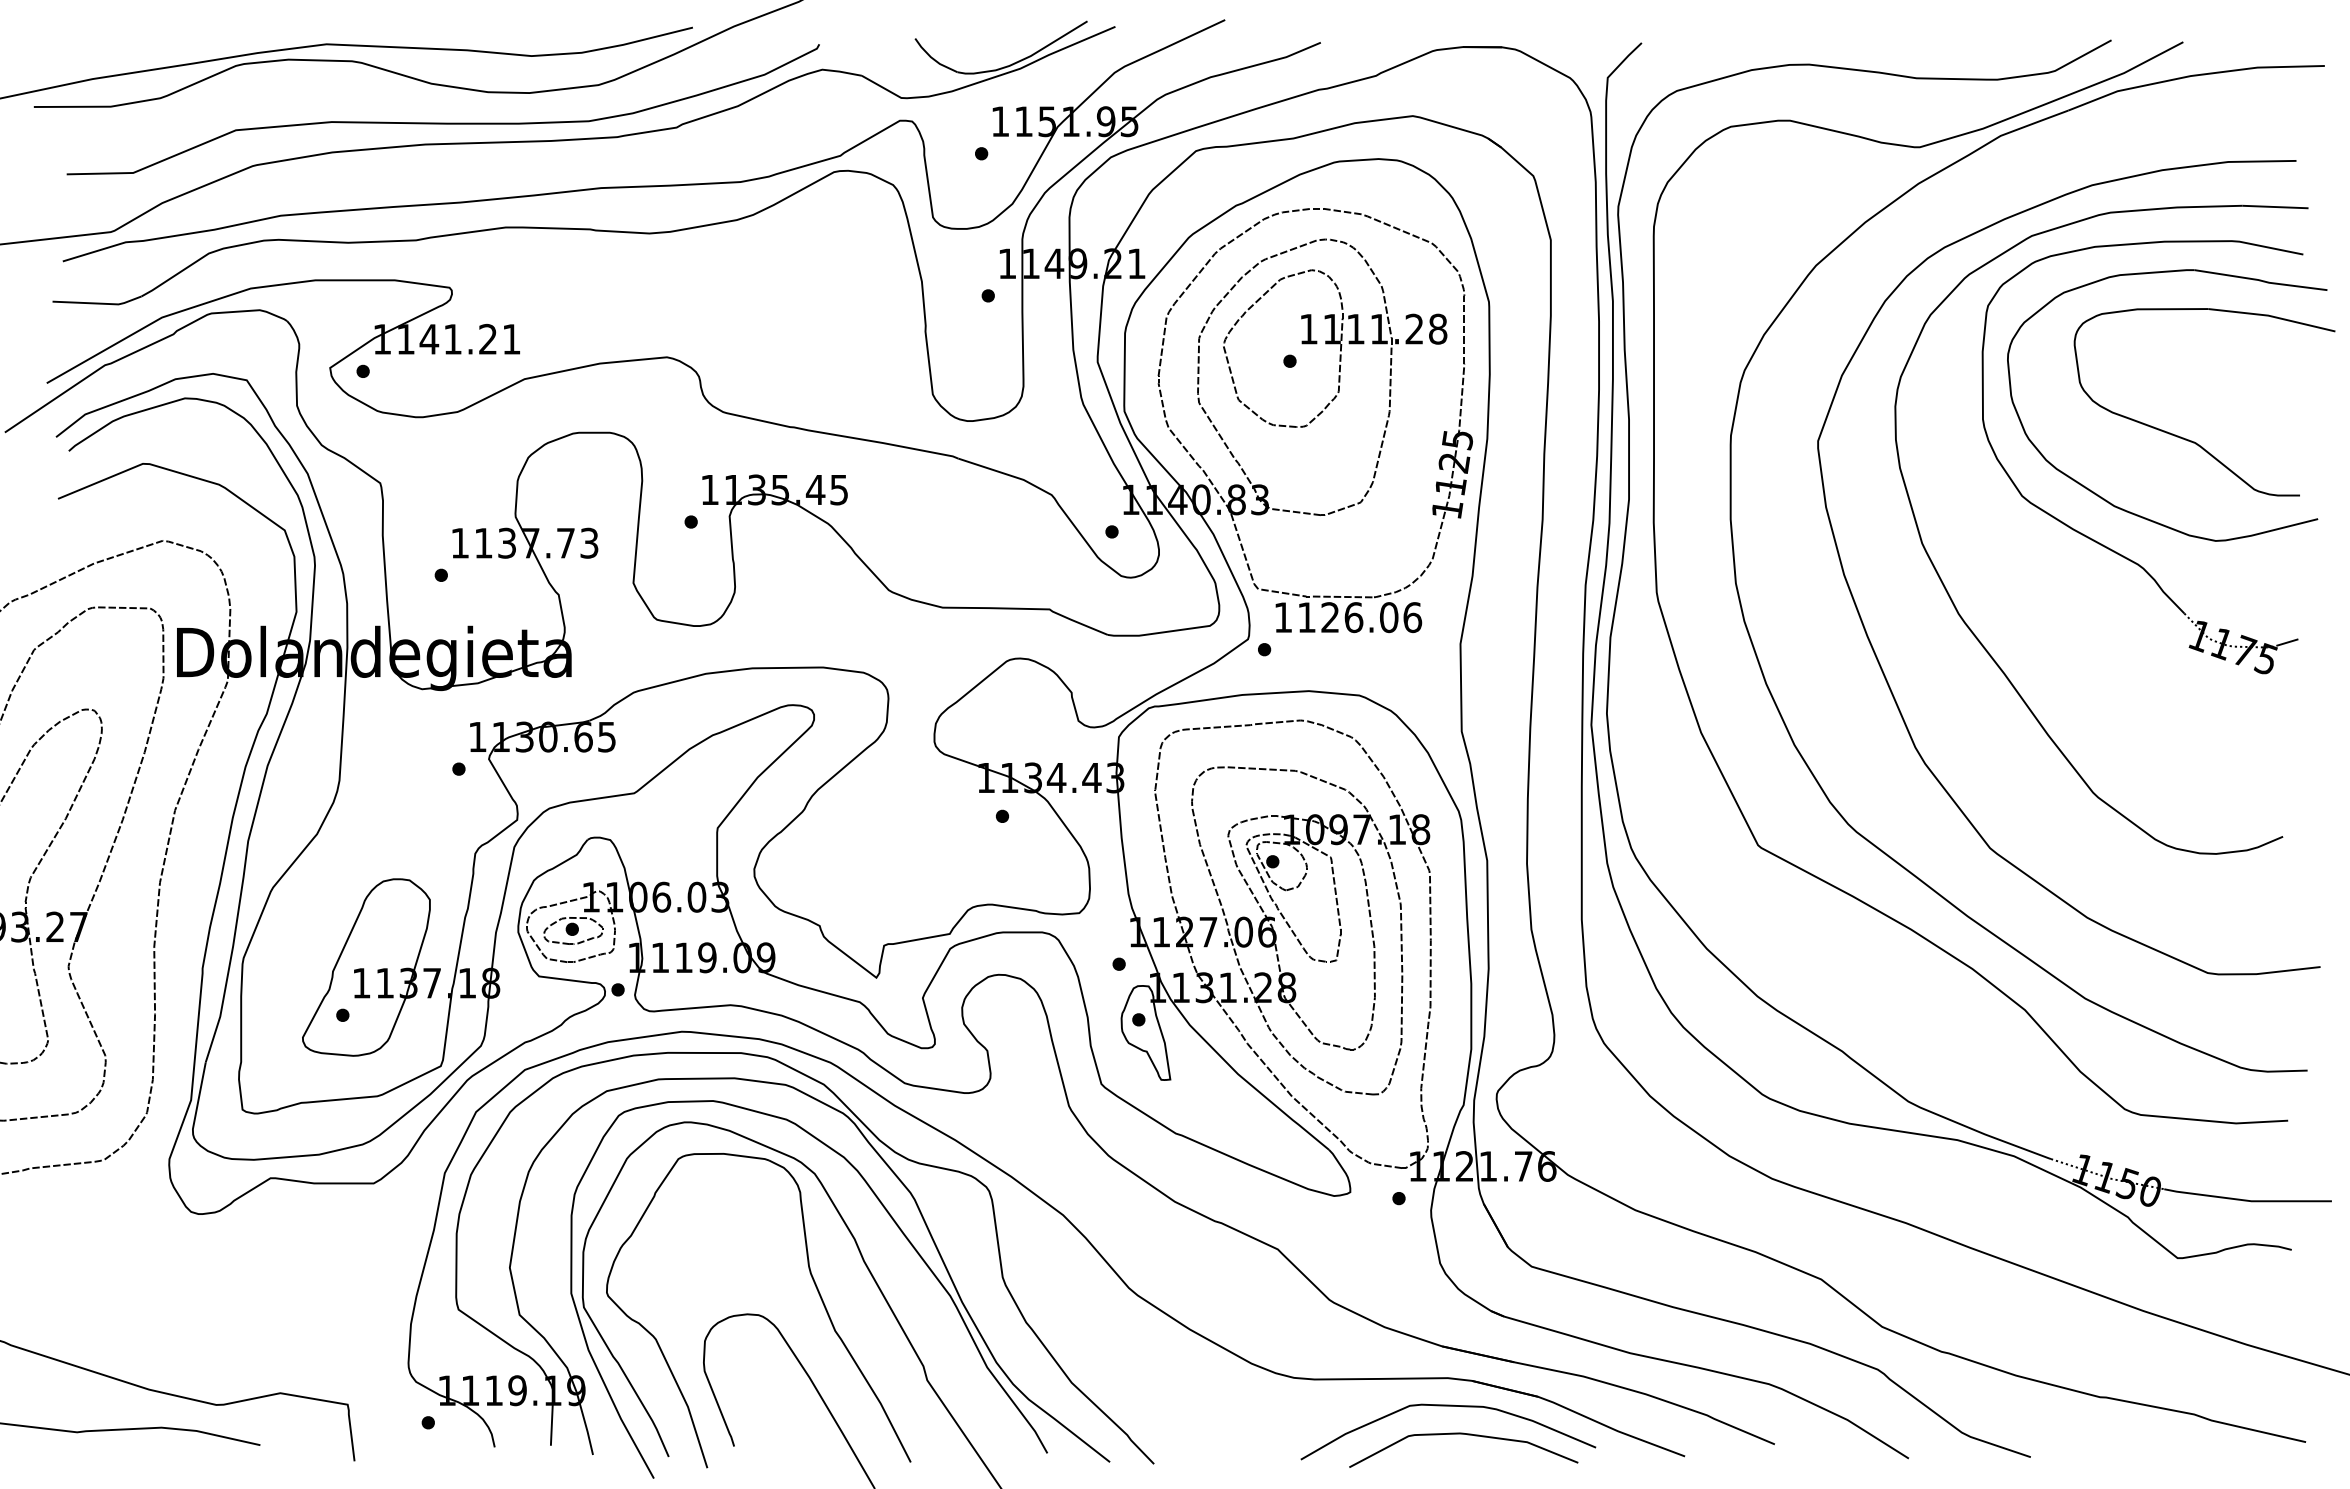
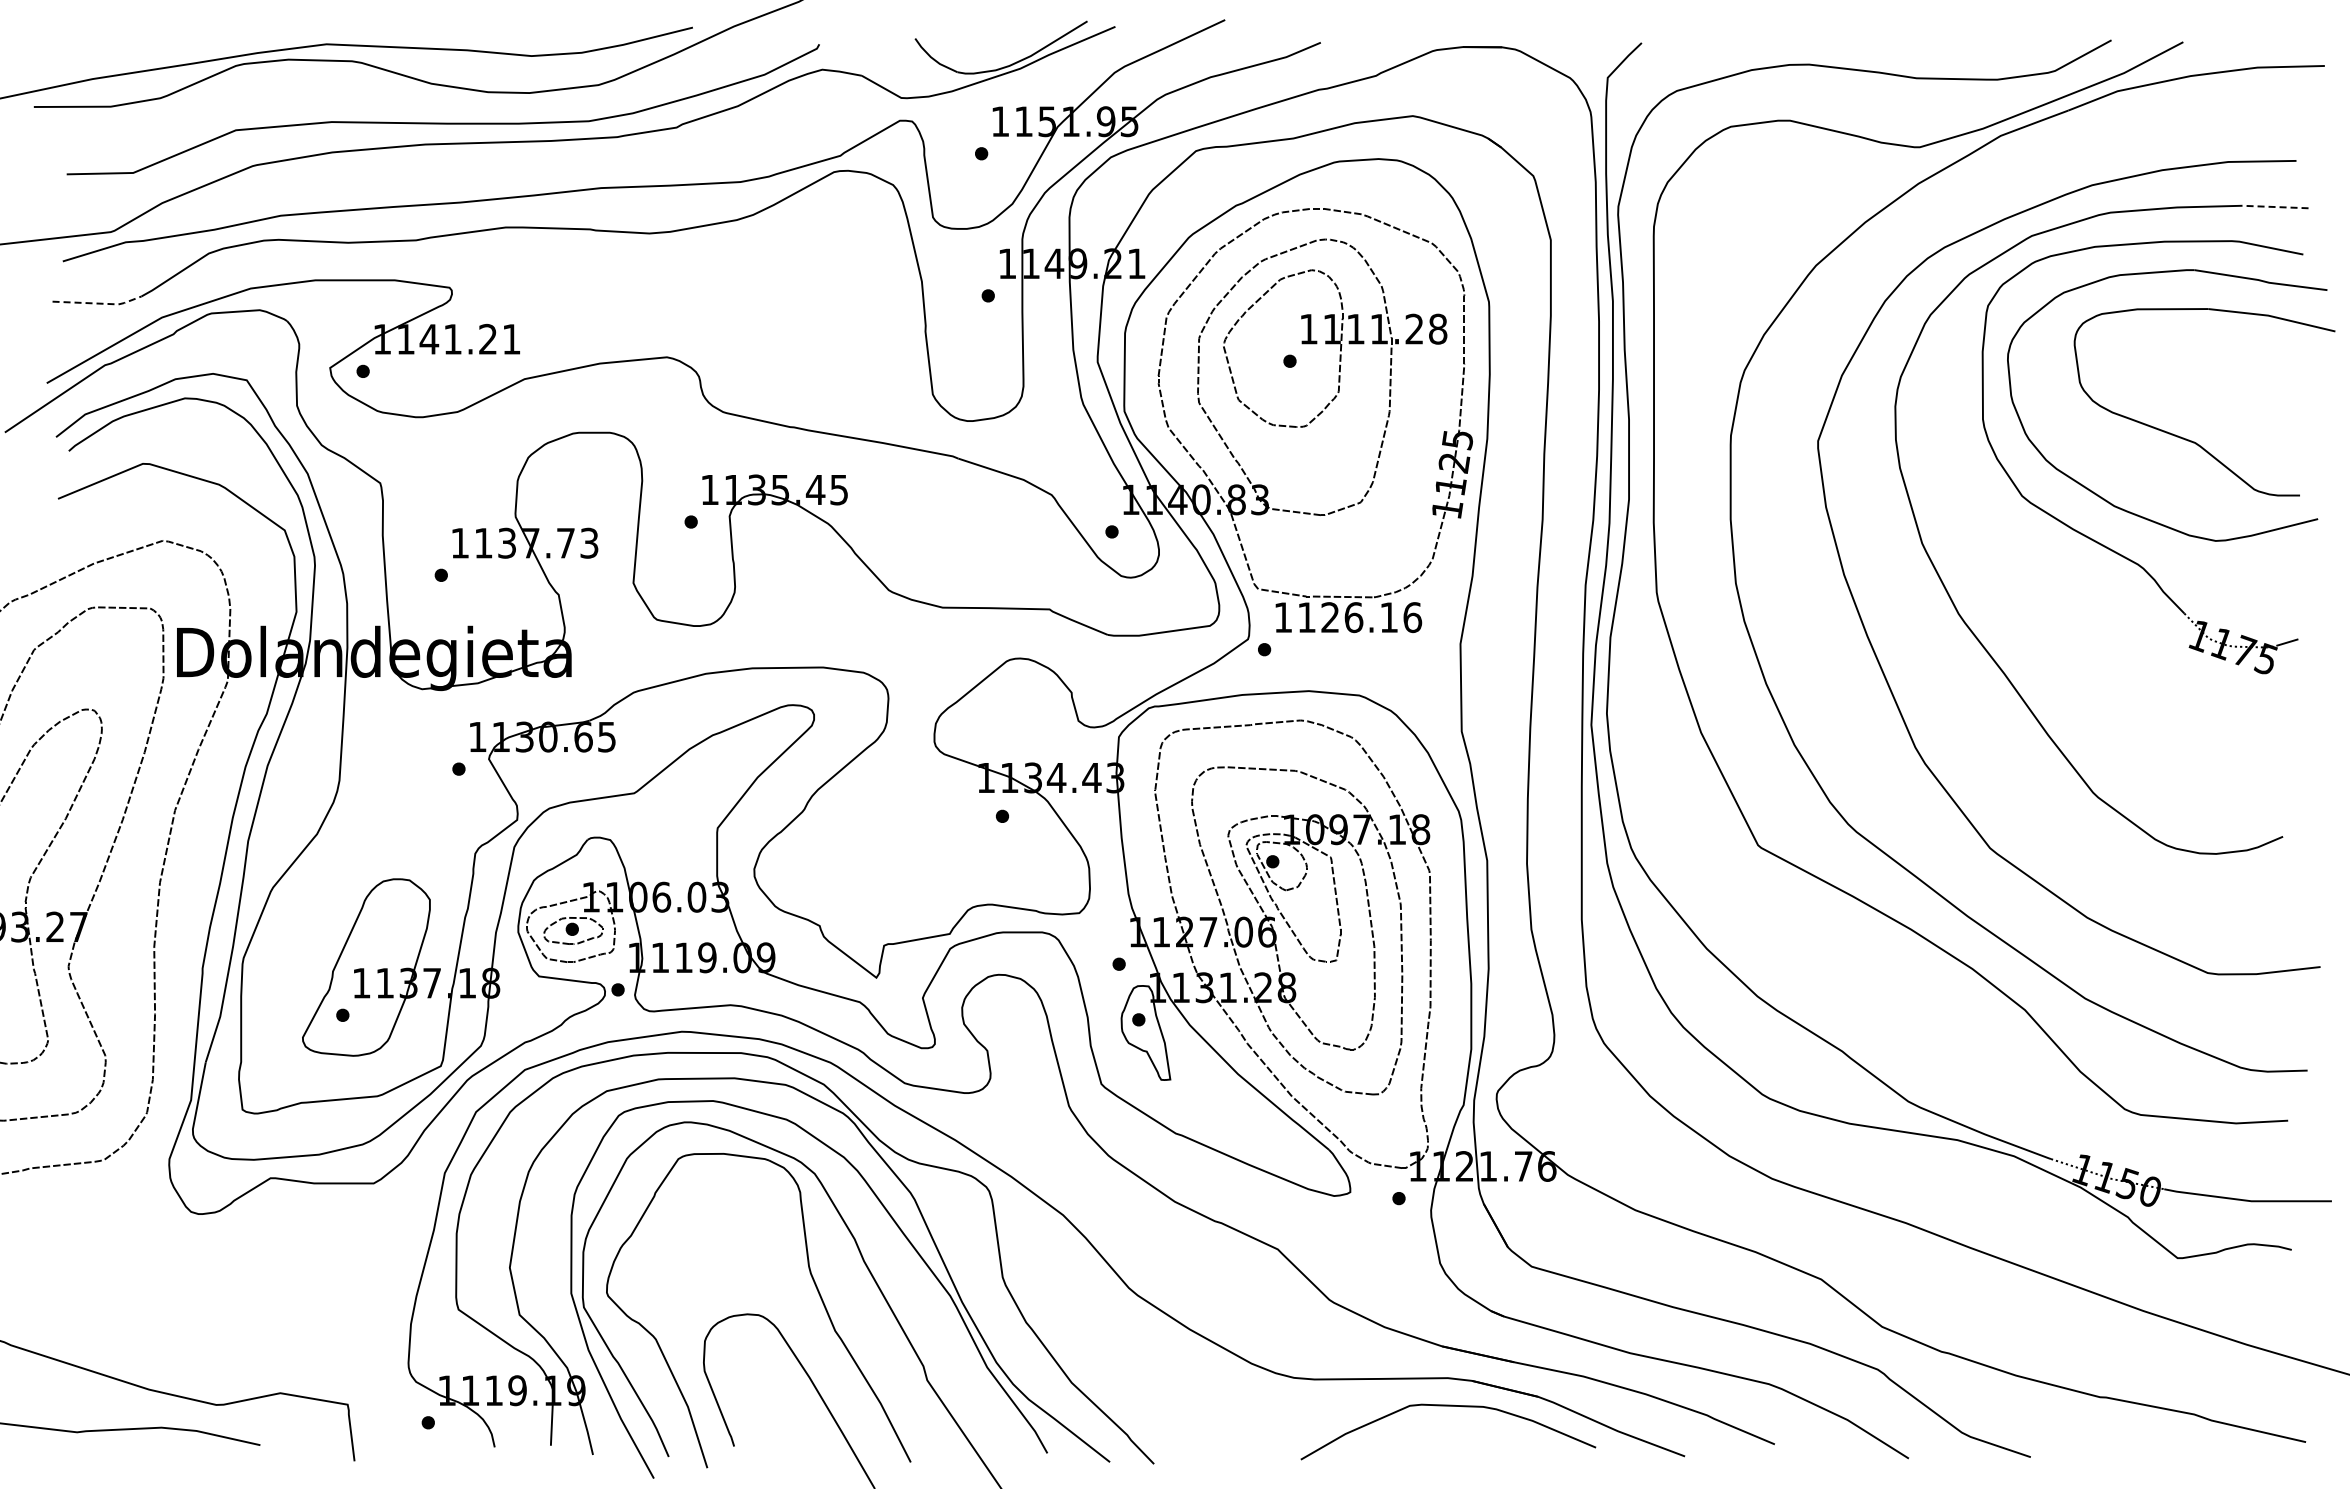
line at (2274, 207): solid -> dashed
line at (98, 303): solid -> dashed
text at (1389, 617): 1126.06 -> 1126.16
curve at (1467, 1435): present -> none
